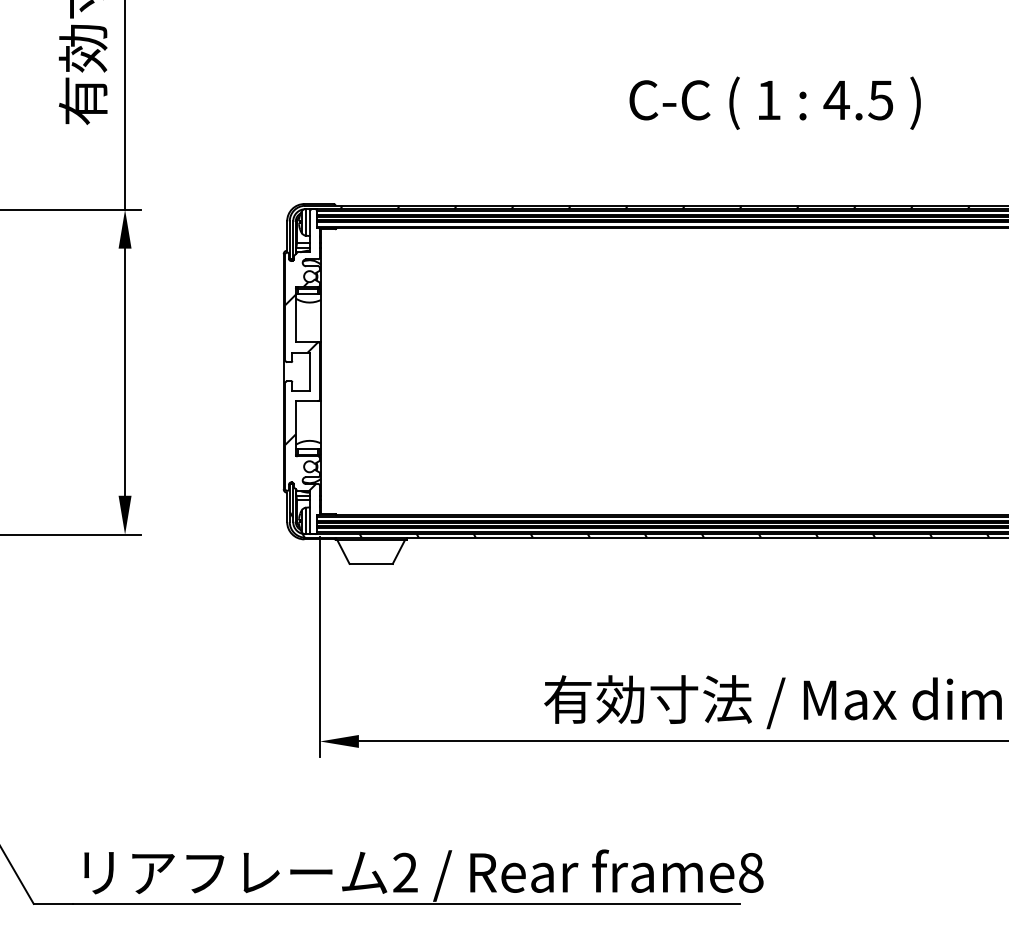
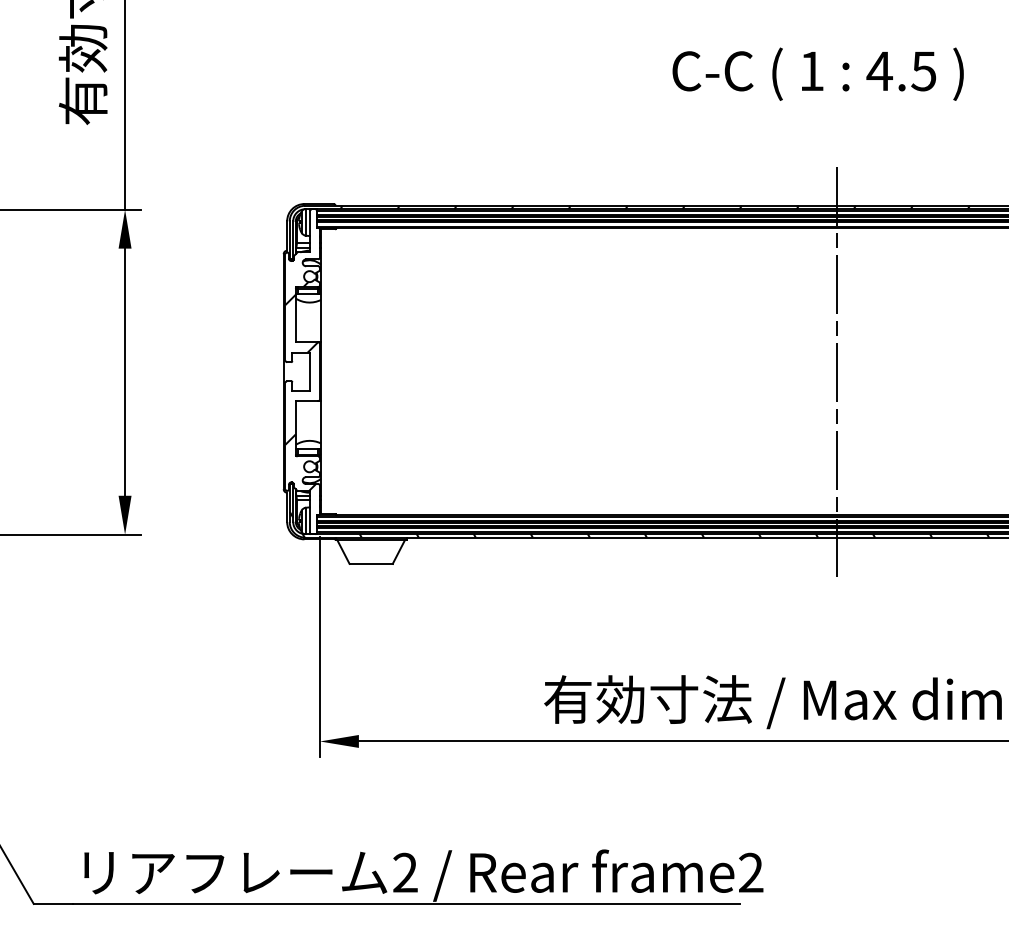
text at (774, 102) position: (774, 102) -> (817, 73)
line at (836, 371): none -> present
text at (751, 872): frame8 -> frame2
